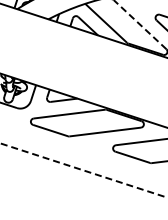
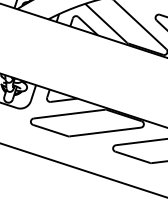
line at (139, 24): dashed -> solid
line at (83, 170): dashed -> solid
